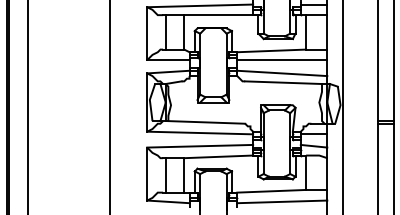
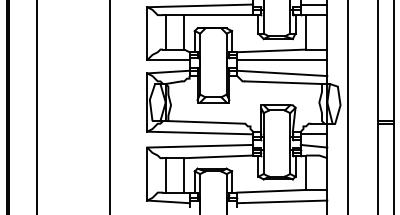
line at (28, 106) position: (28, 106) -> (37, 106)
line at (343, 106) position: (343, 106) -> (348, 106)
